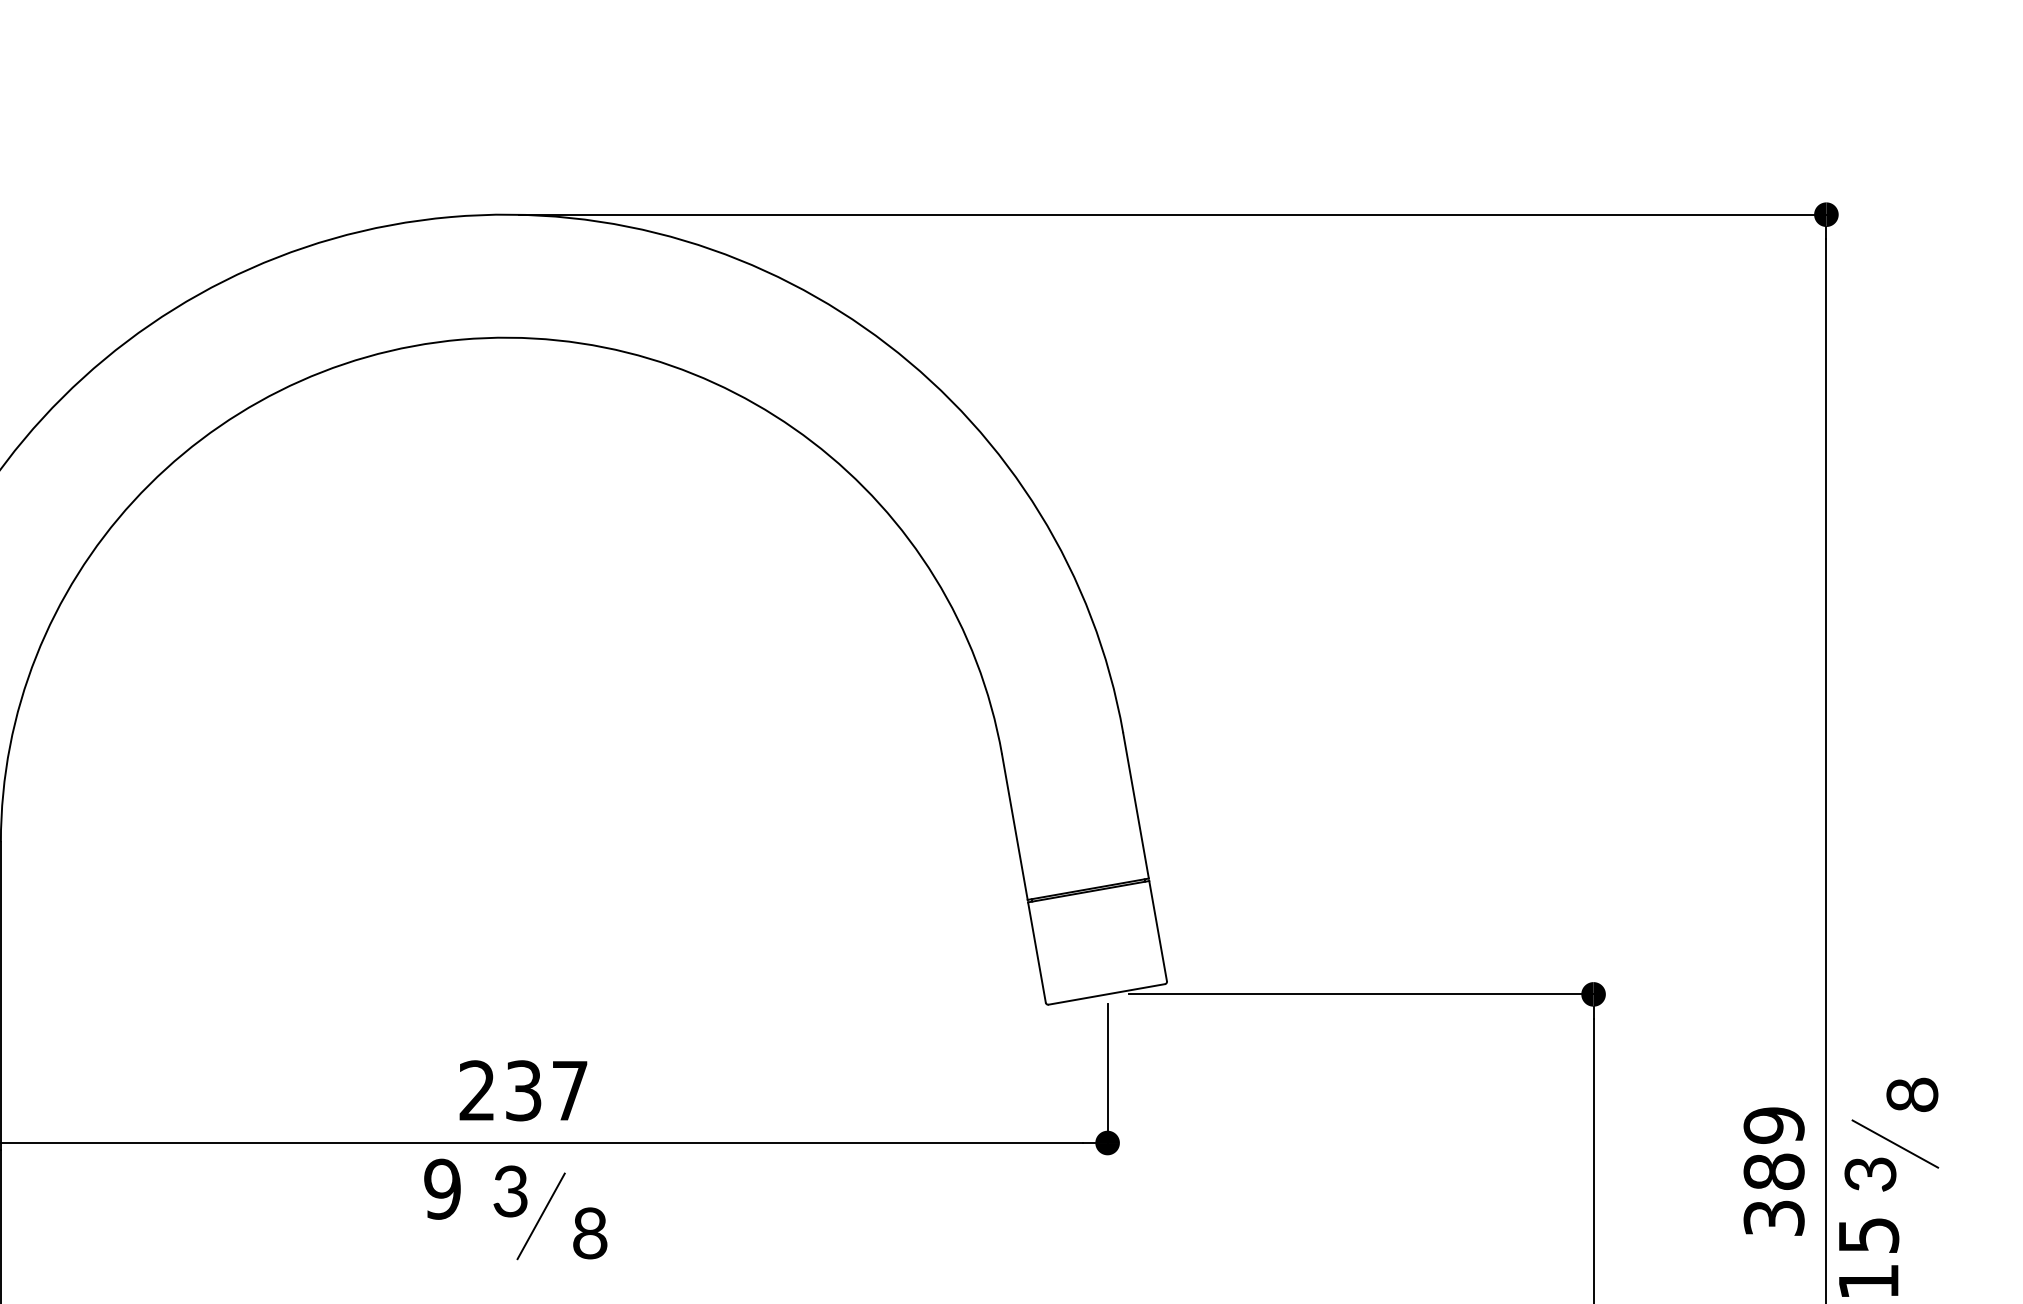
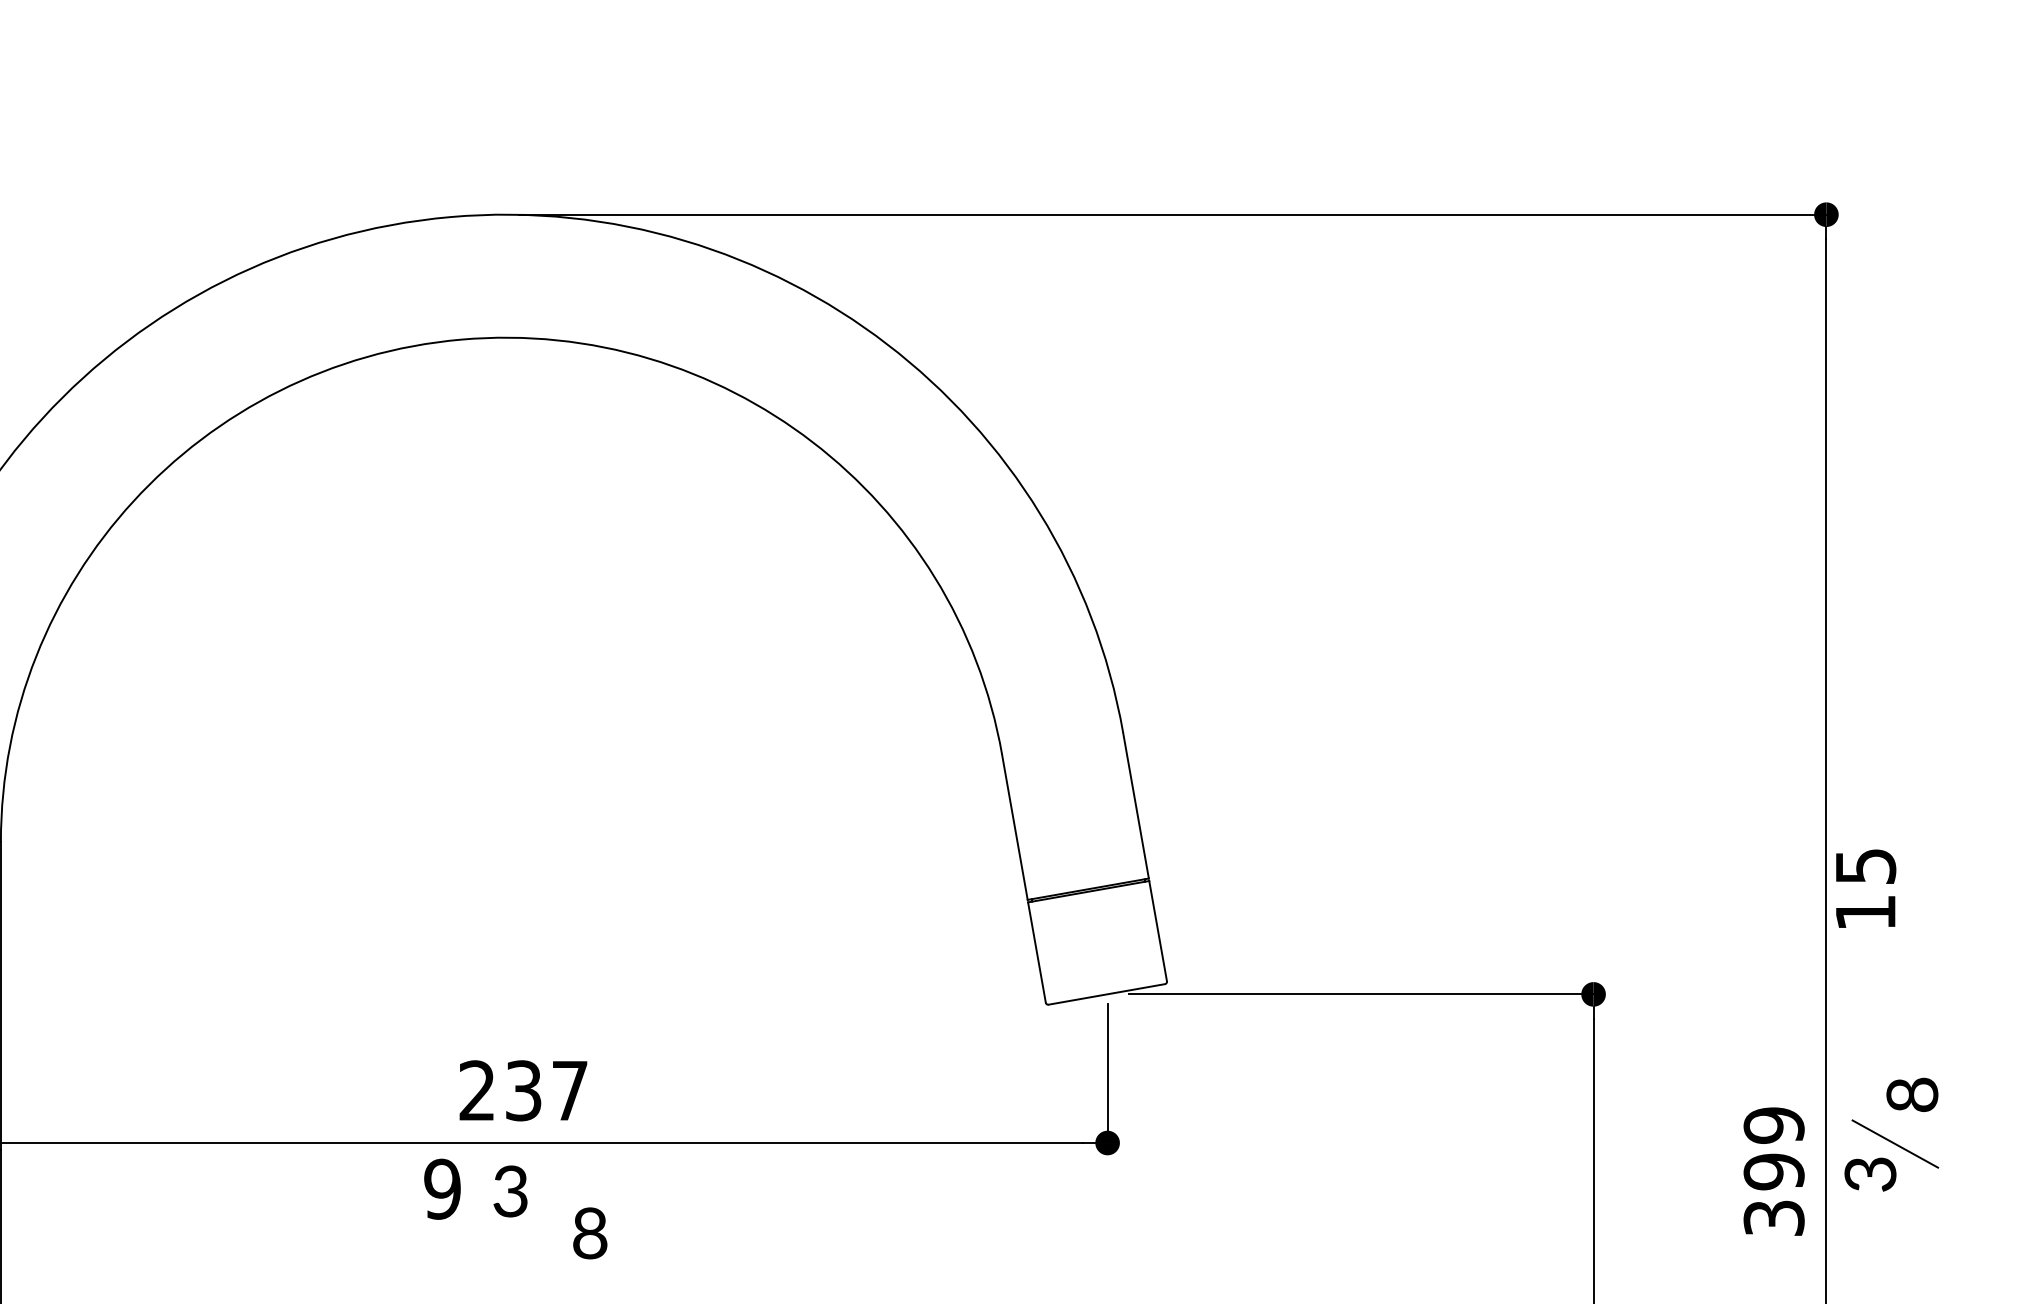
text at (1773, 1171): 389 -> 399
line at (540, 1216): present -> none
text at (1869, 1257) position: (1869, 1257) -> (1866, 888)
